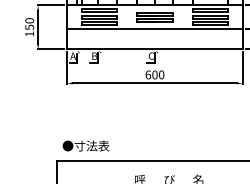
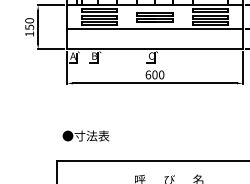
text at (85, 145) position: (85, 145) -> (85, 135)
